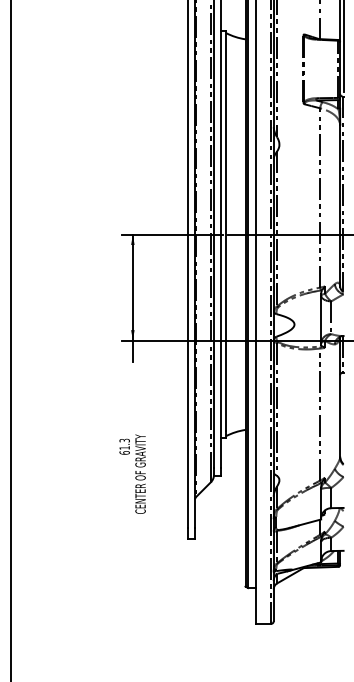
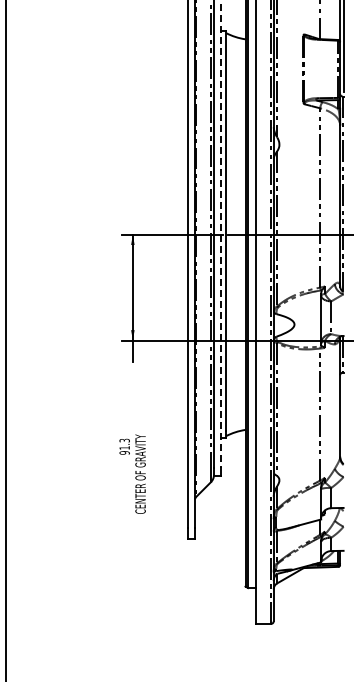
line at (220, 234): solid -> dashed
line at (10, 340) position: (10, 340) -> (5, 340)
text at (124, 452): 61.3 -> 91.3
